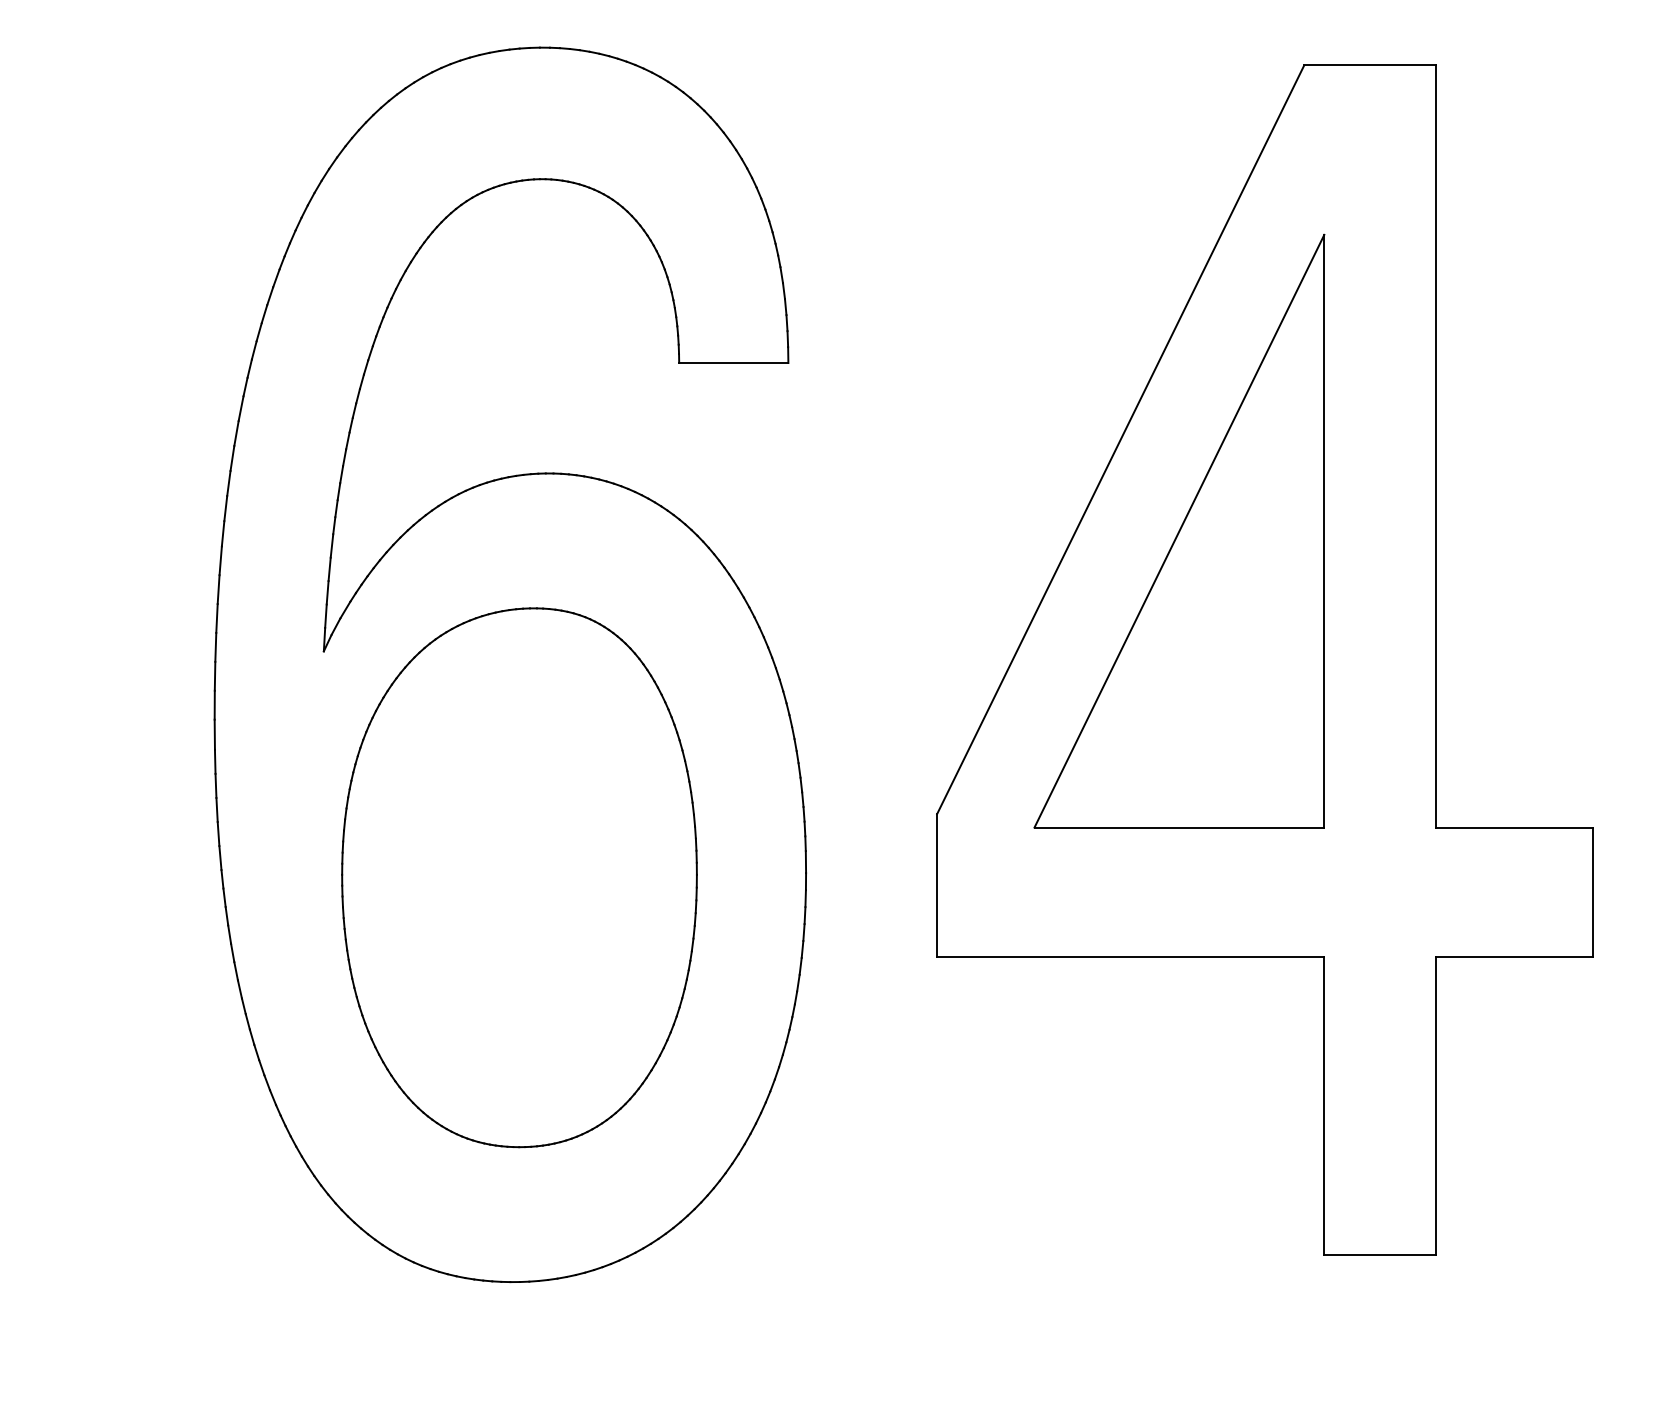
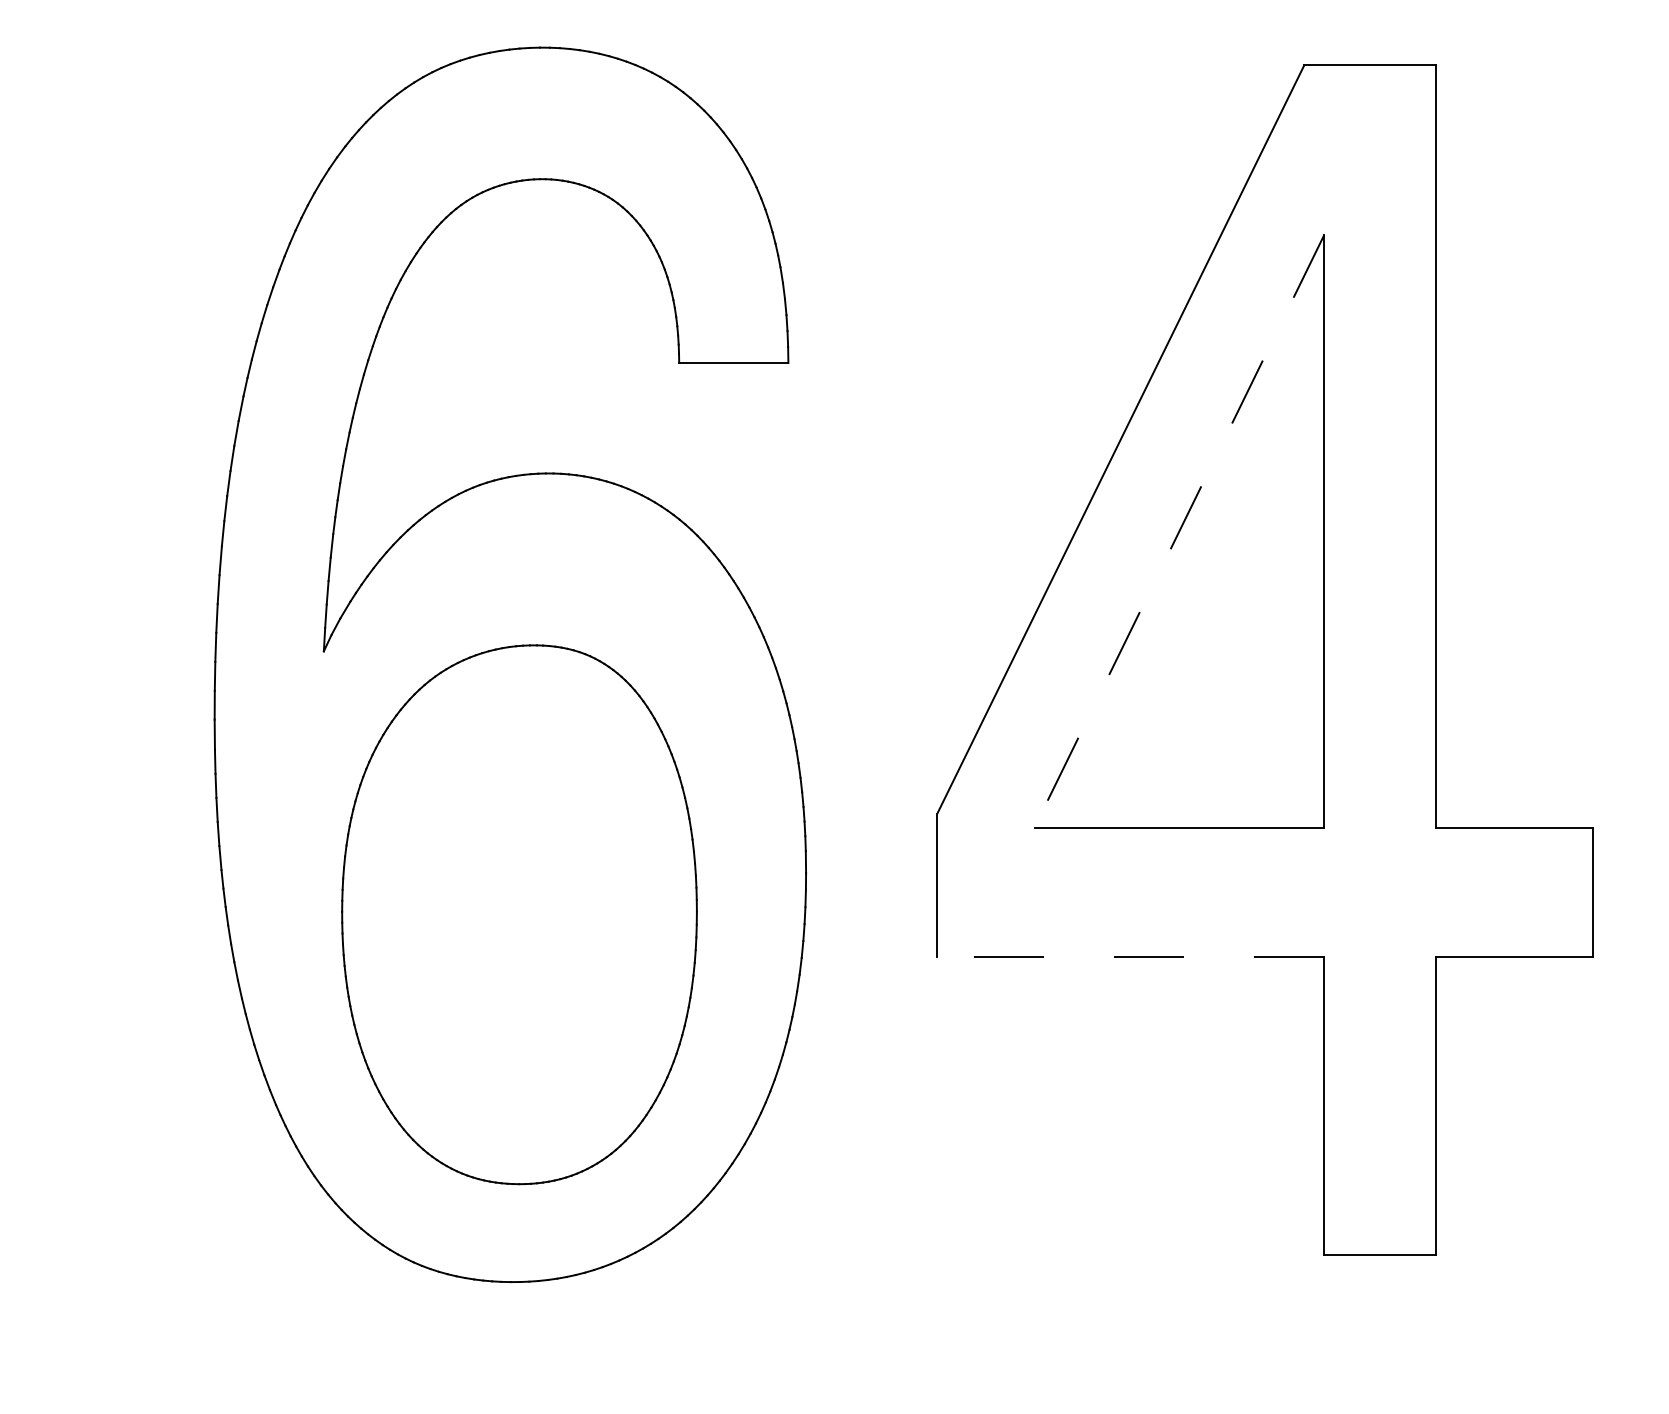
line at (1179, 531): solid -> dashed
part at (519, 877) position: (519, 877) -> (519, 914)
line at (1130, 957): solid -> dashed
